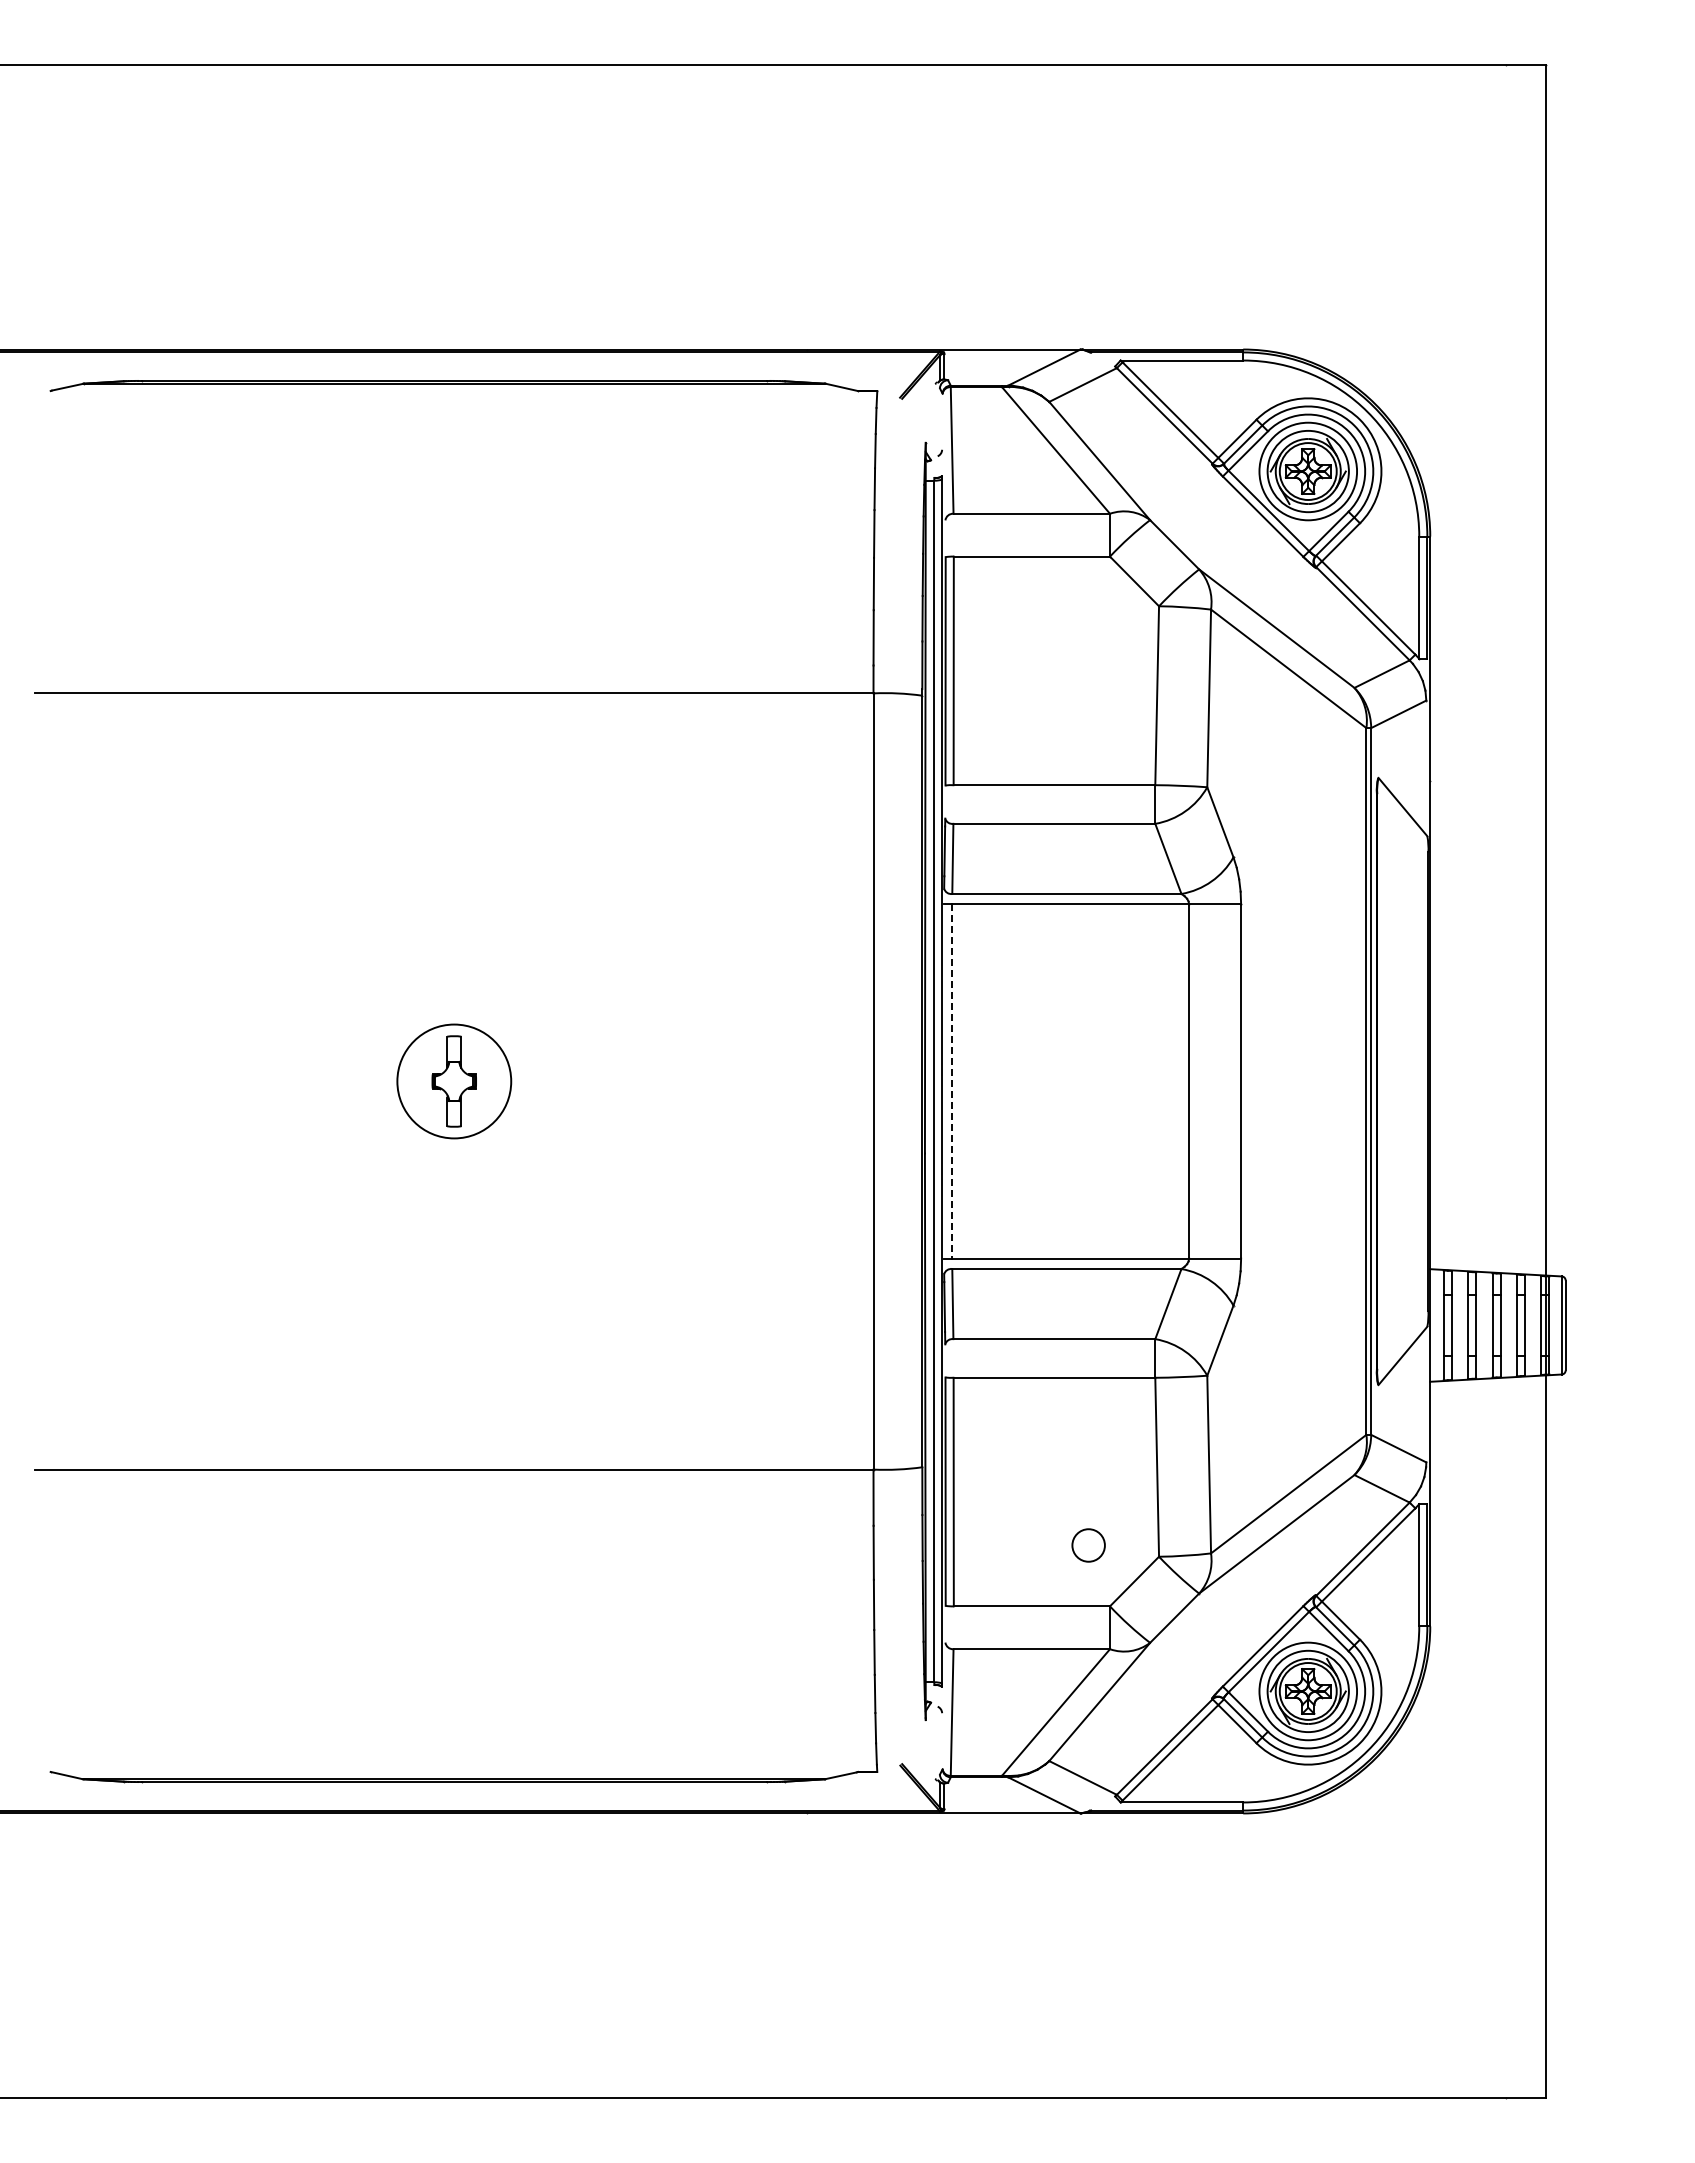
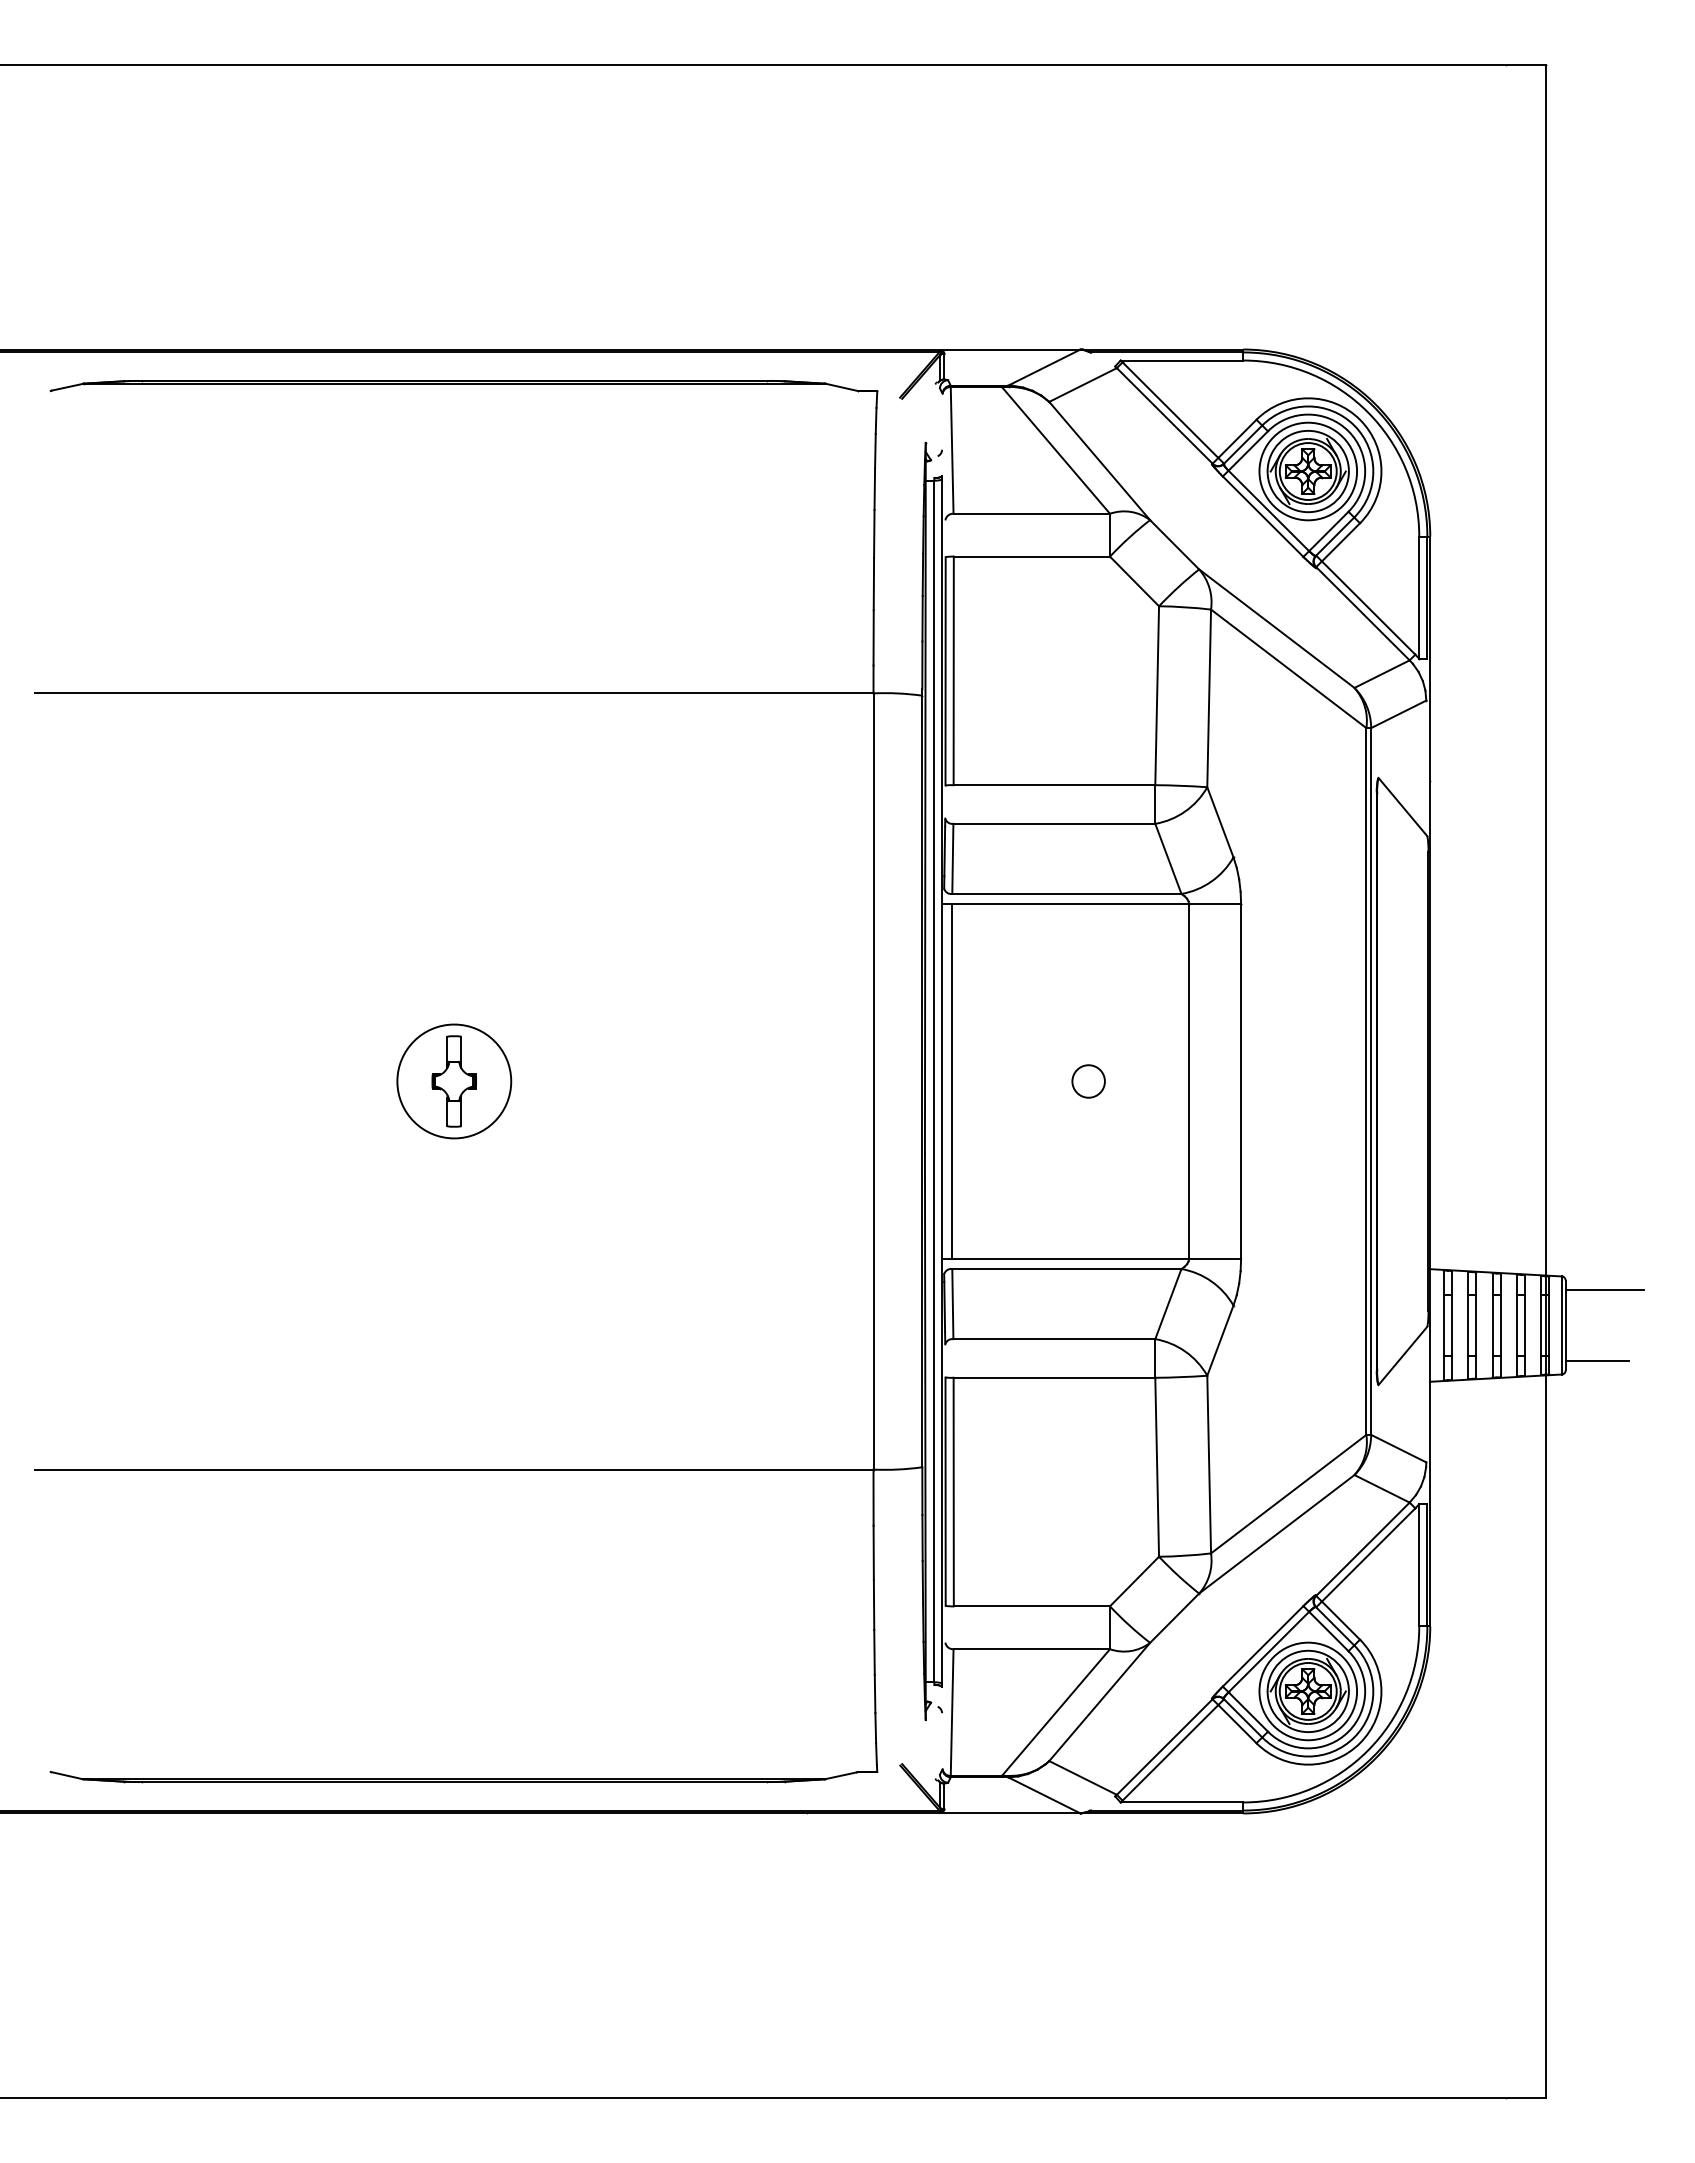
line at (952, 1081): dashed -> solid
line at (1604, 1289): none -> present
line at (1597, 1361): none -> present
circle at (1088, 1545) position: (1088, 1545) -> (1088, 1081)
